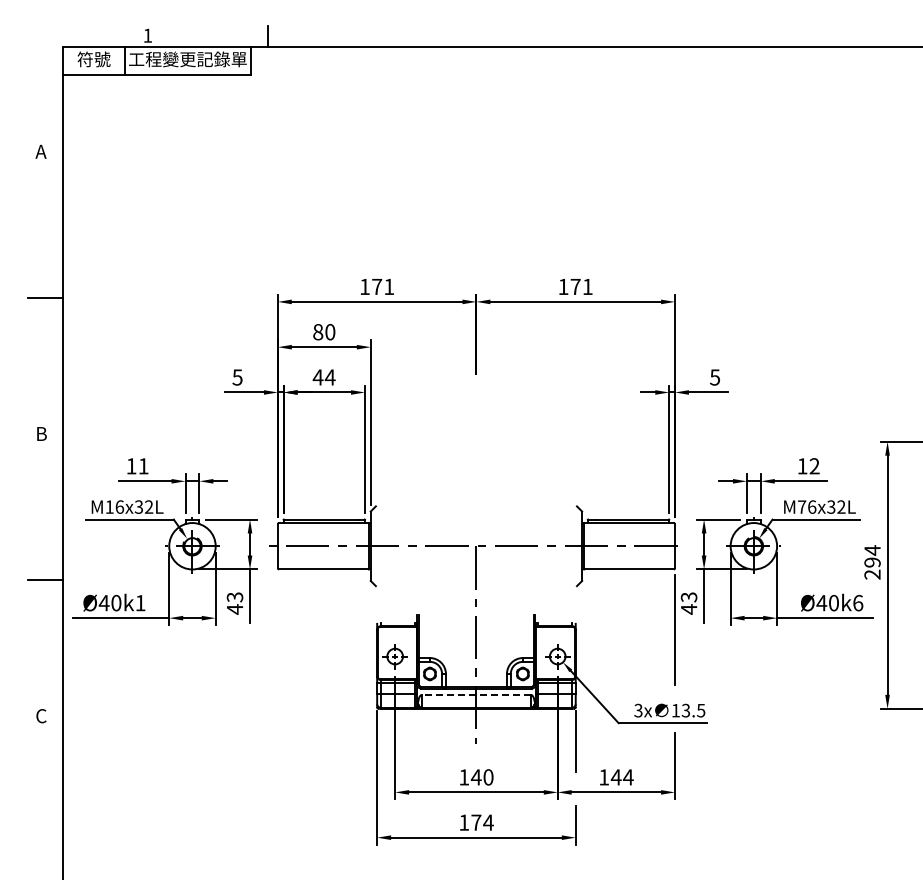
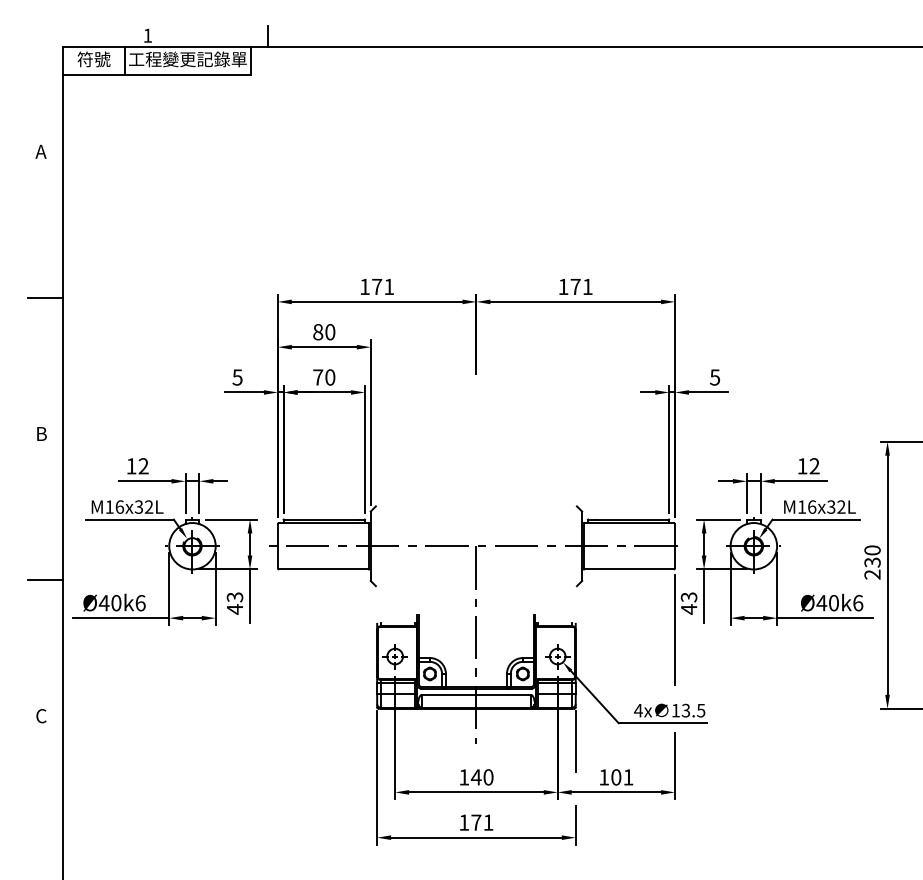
text at (323, 377): 44 -> 70
text at (143, 466): 11 -> 12
text at (802, 506): M76x32L -> M16x32L
text at (872, 556): 294 -> 230
text at (140, 602): Ø40k1 -> Ø40k6
line at (476, 694): dashed -> solid
text at (638, 710): 3x -> 4x
text at (621, 777): 144 -> 101
text at (488, 822): 174 -> 171
